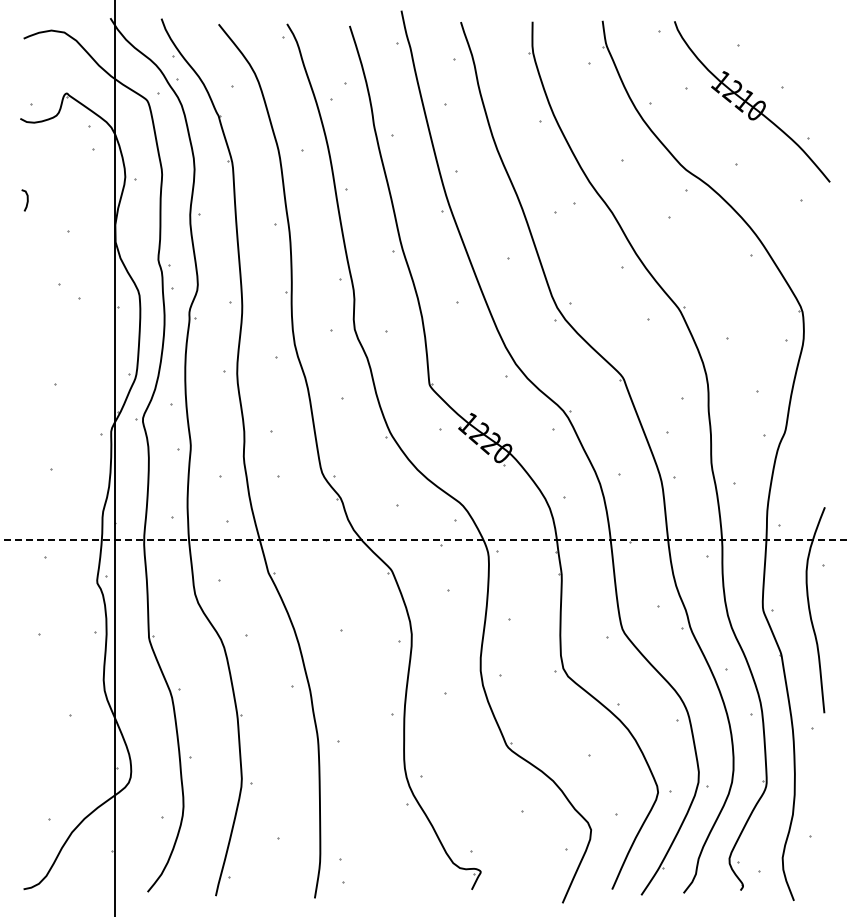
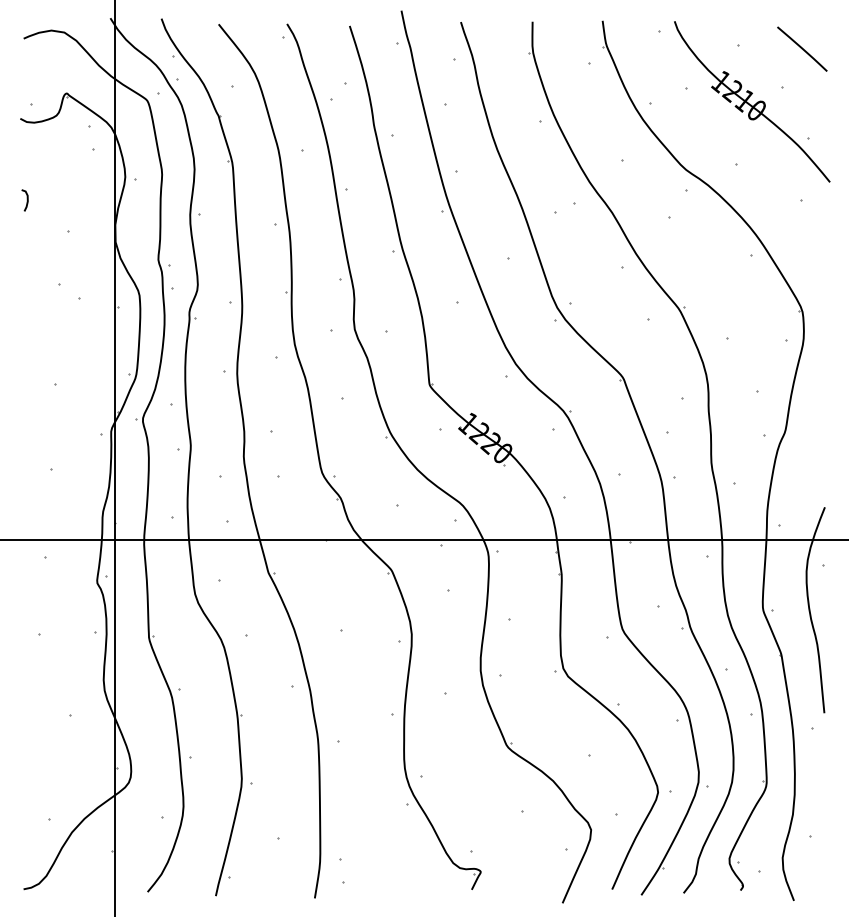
line at (802, 48): none -> present
line at (425, 539): dashed -> solid
